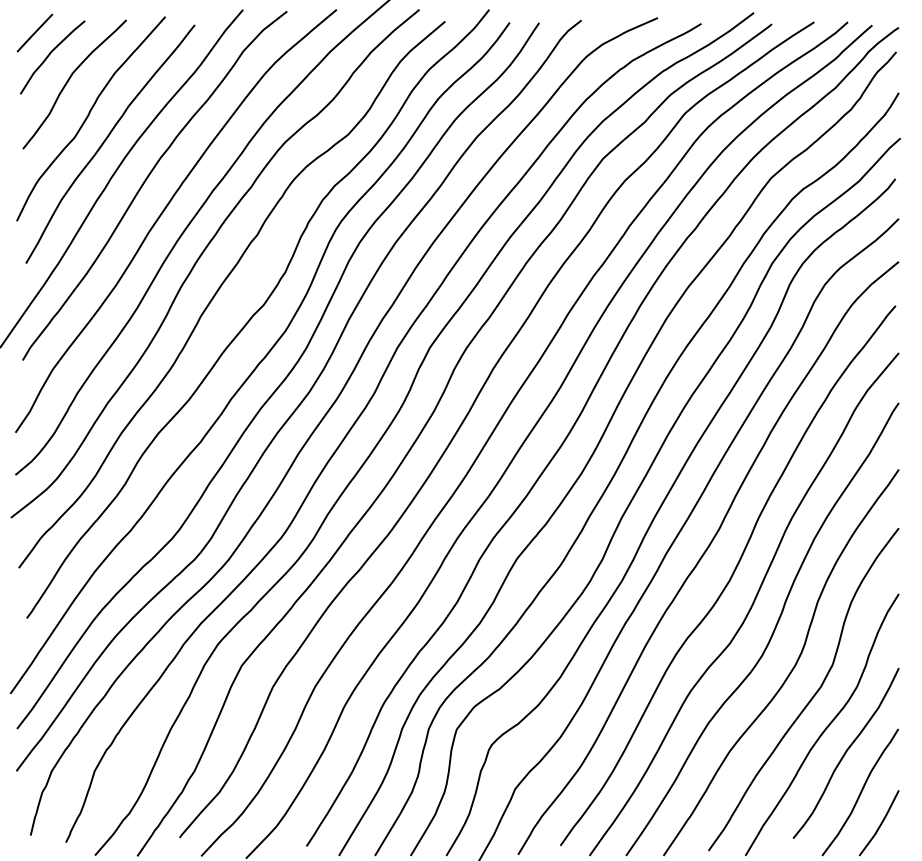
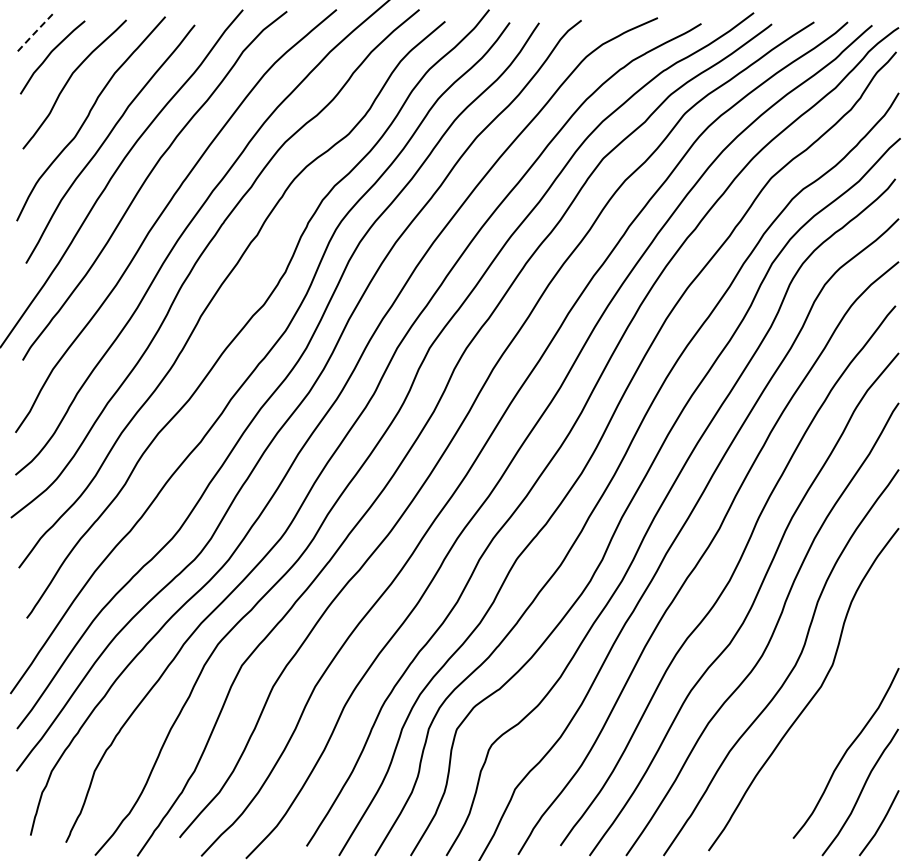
line at (34, 33): solid -> dashed
curve at (825, 727): present -> none
